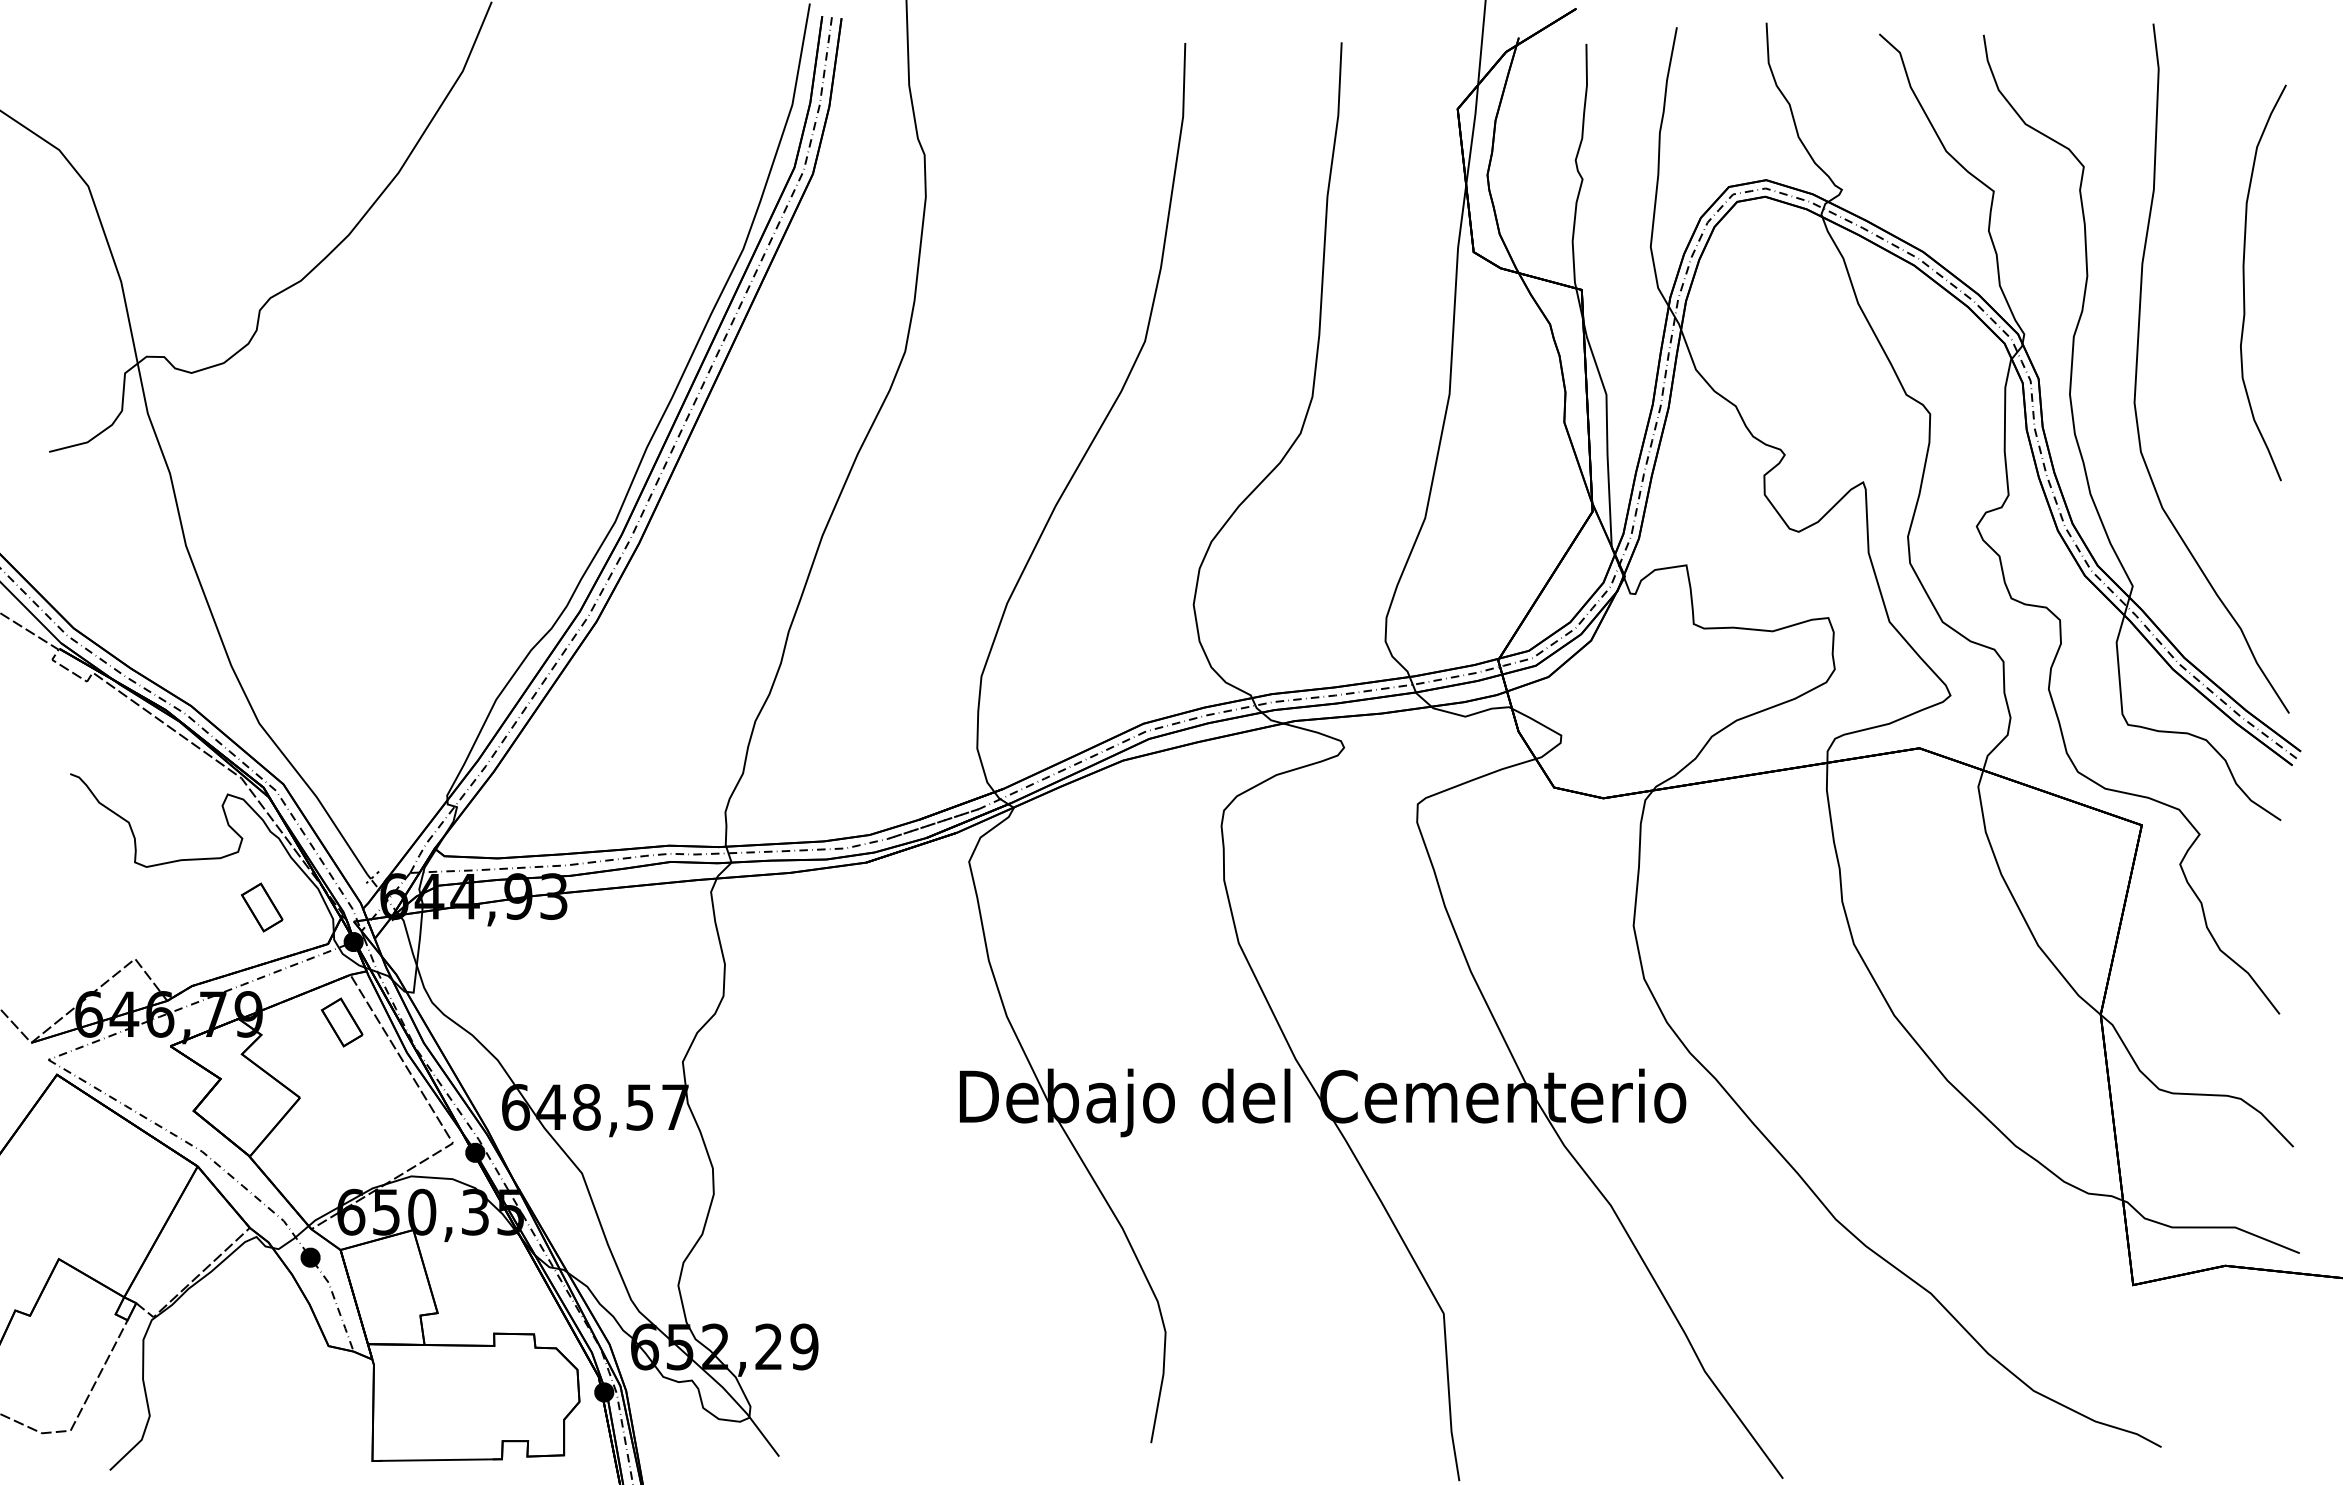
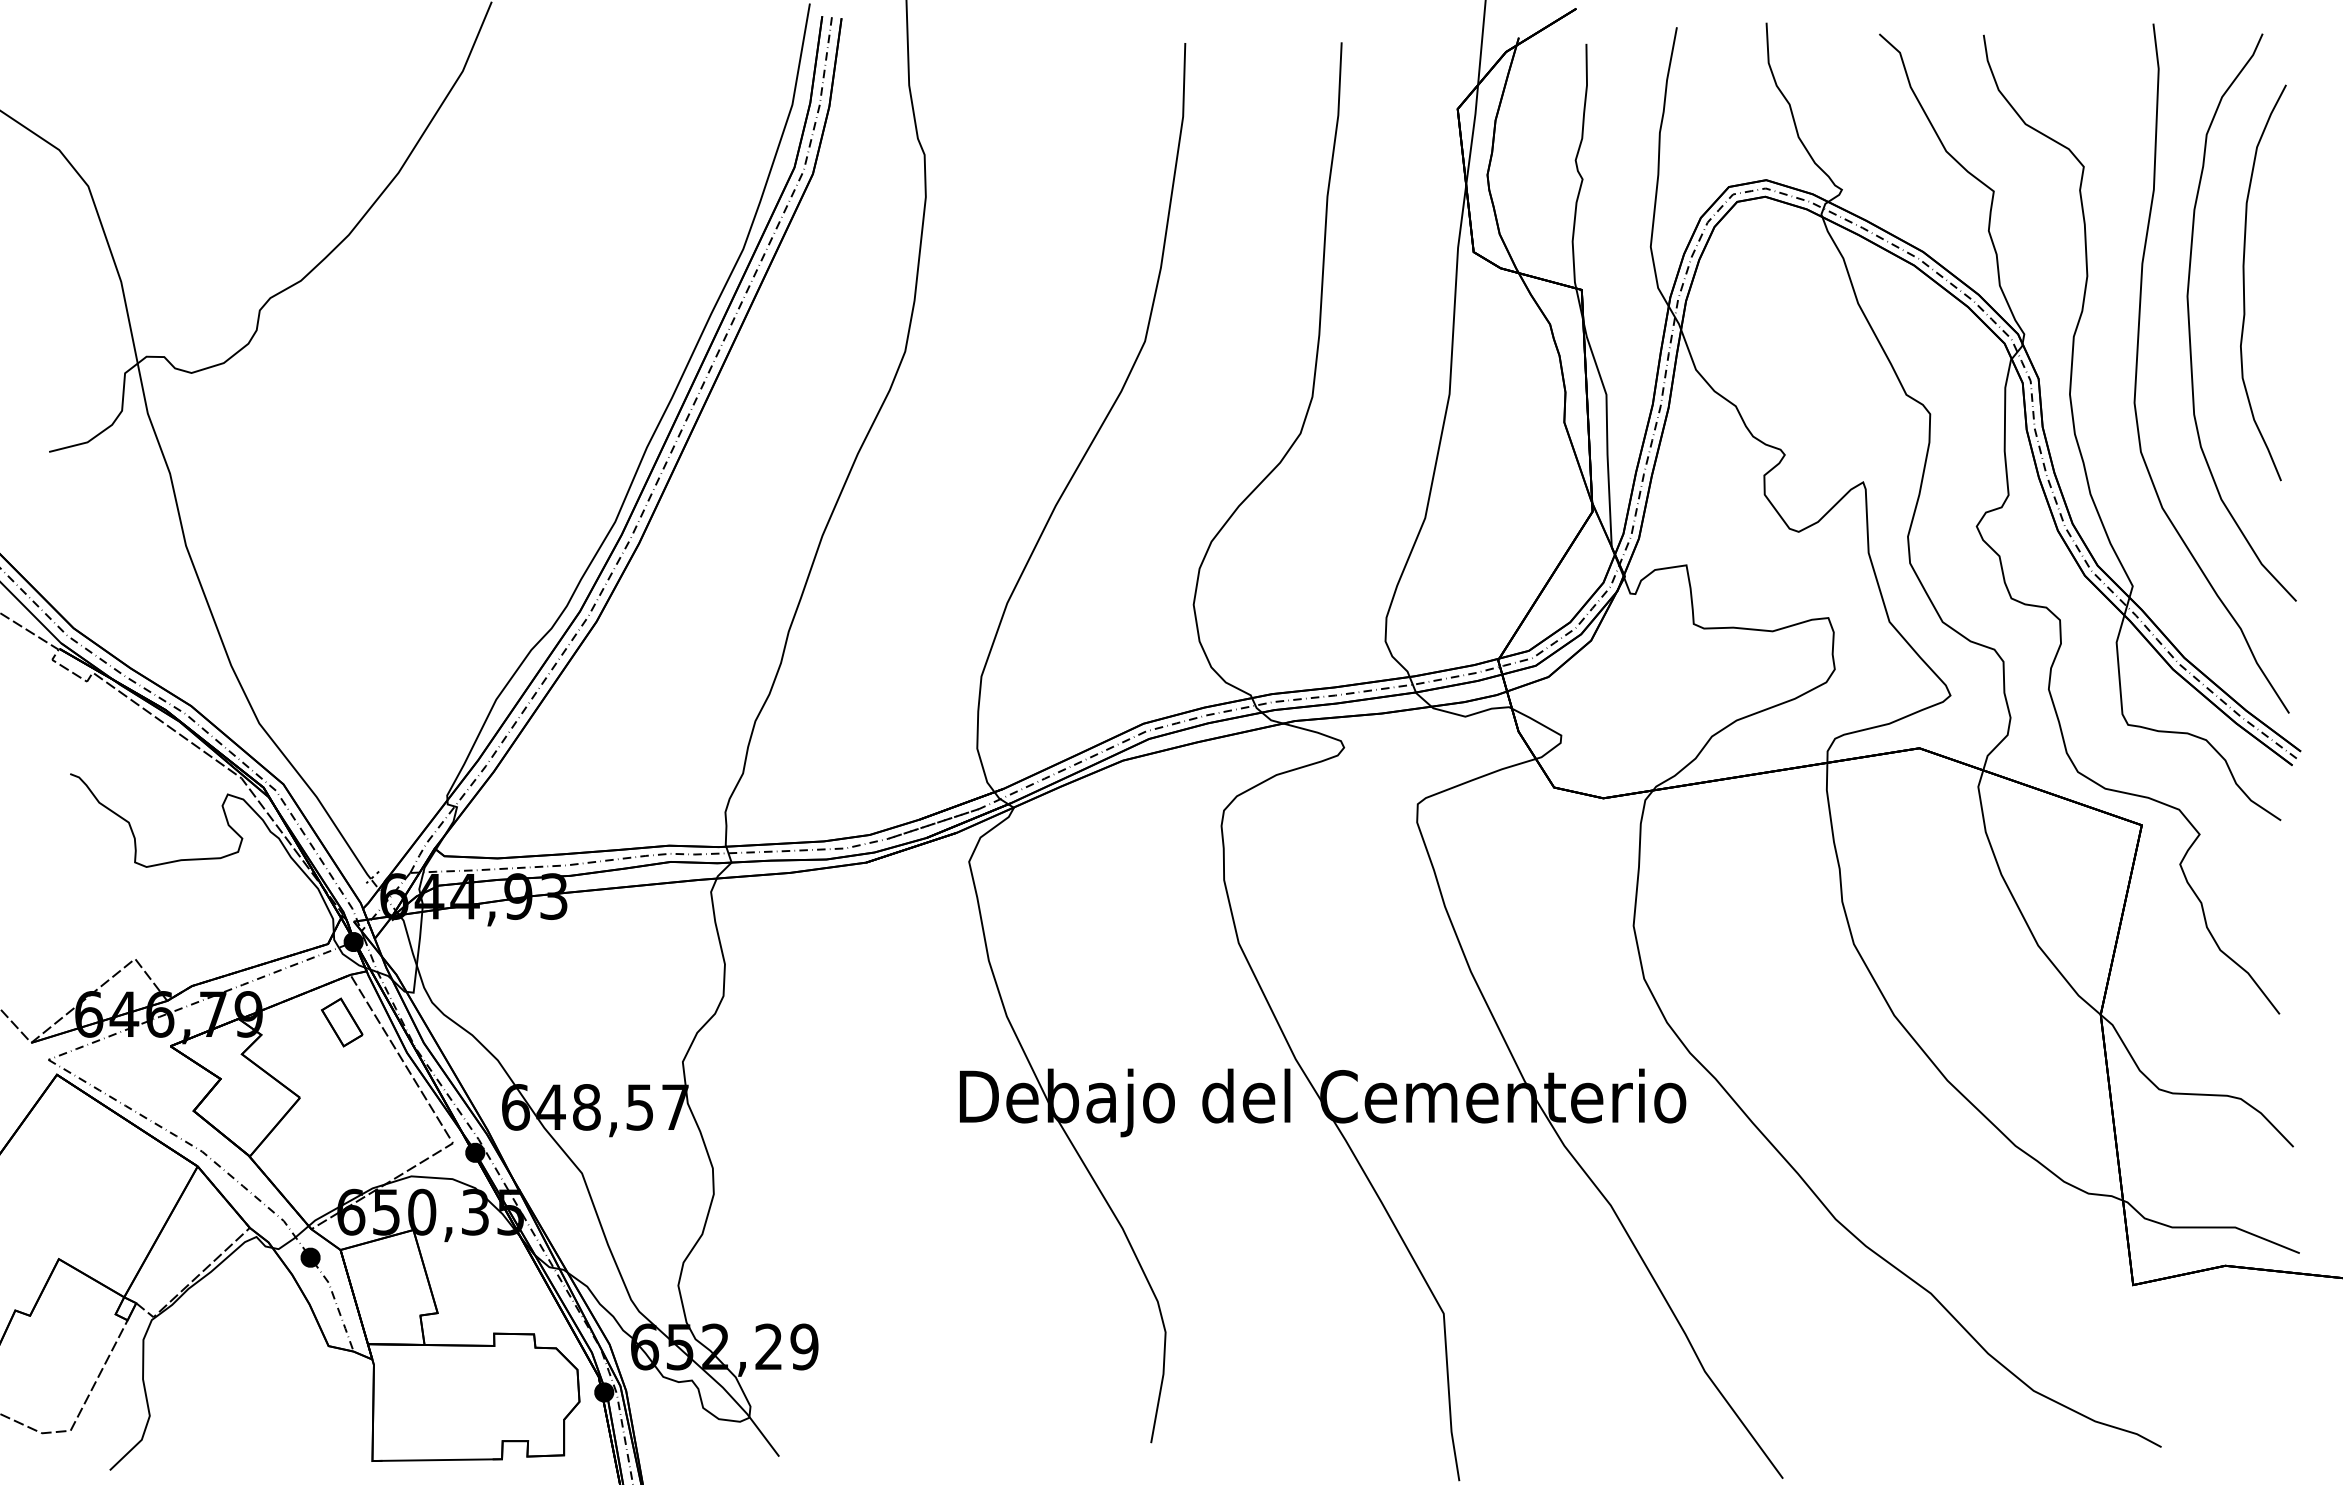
curve at (2190, 326): none -> present
part at (262, 907): present -> none
